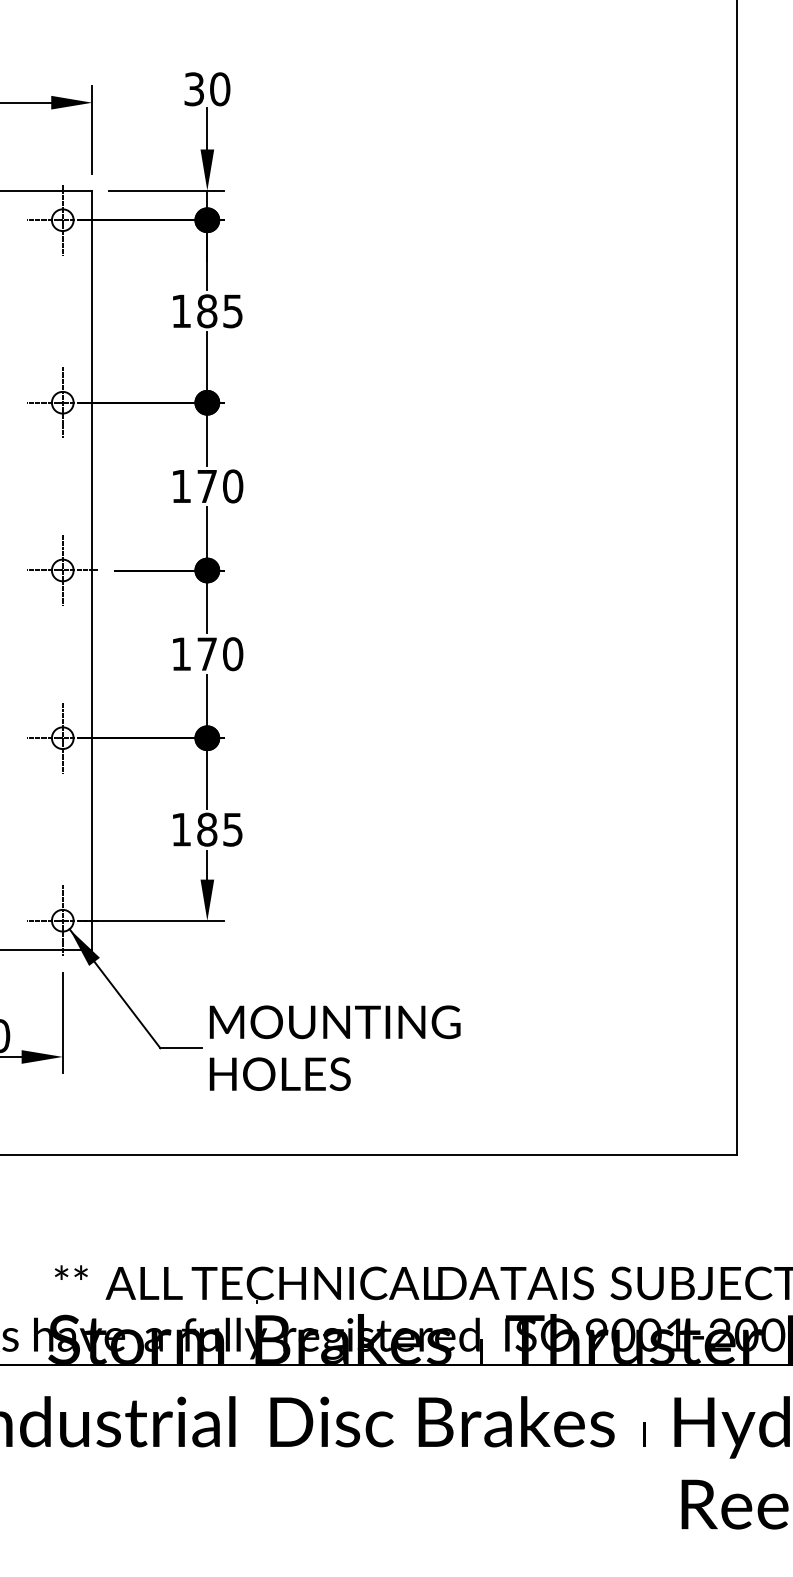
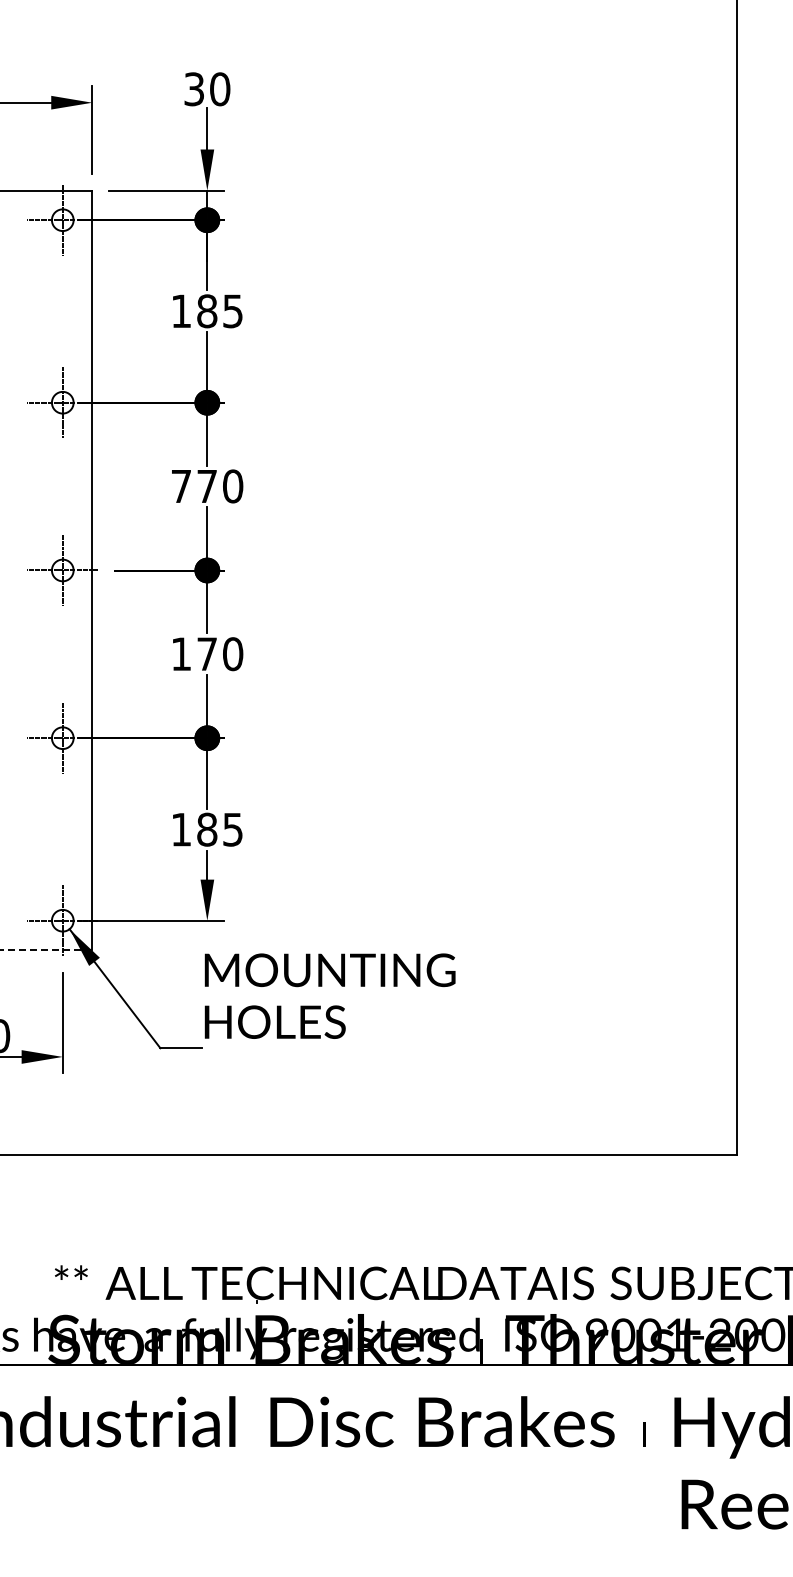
text at (181, 486): 170 -> 770
line at (46, 950): solid -> dashed
text at (334, 1047) position: (334, 1047) -> (329, 995)
